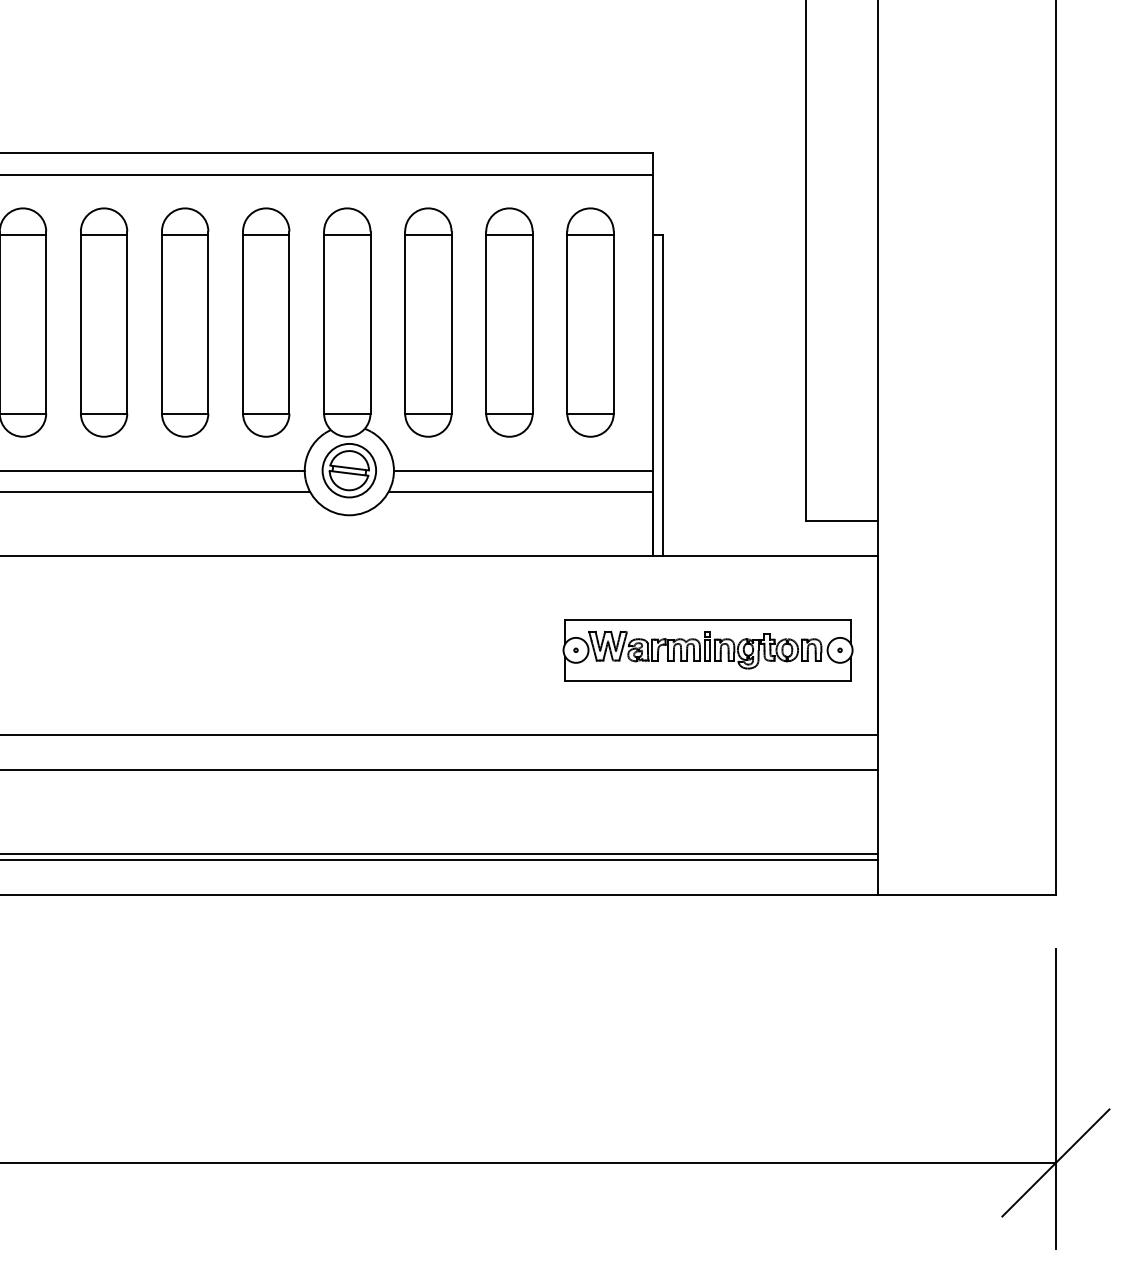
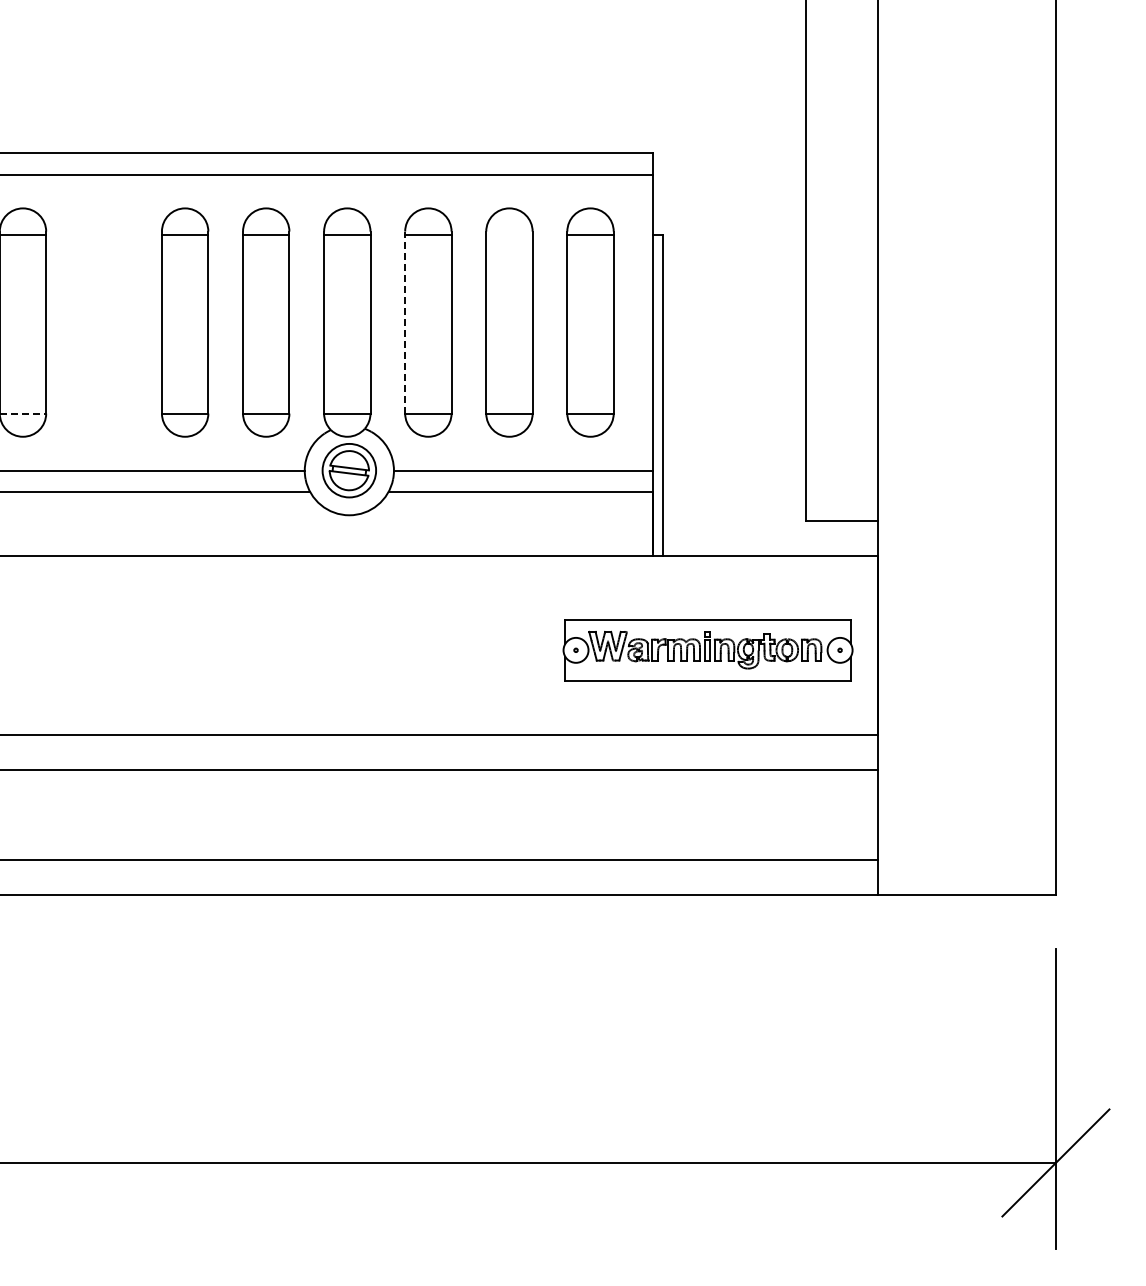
line at (509, 235): present -> none
part at (104, 322): present -> none
line at (405, 322): solid -> dashed
line at (23, 413): solid -> dashed
line at (439, 853): present -> none
